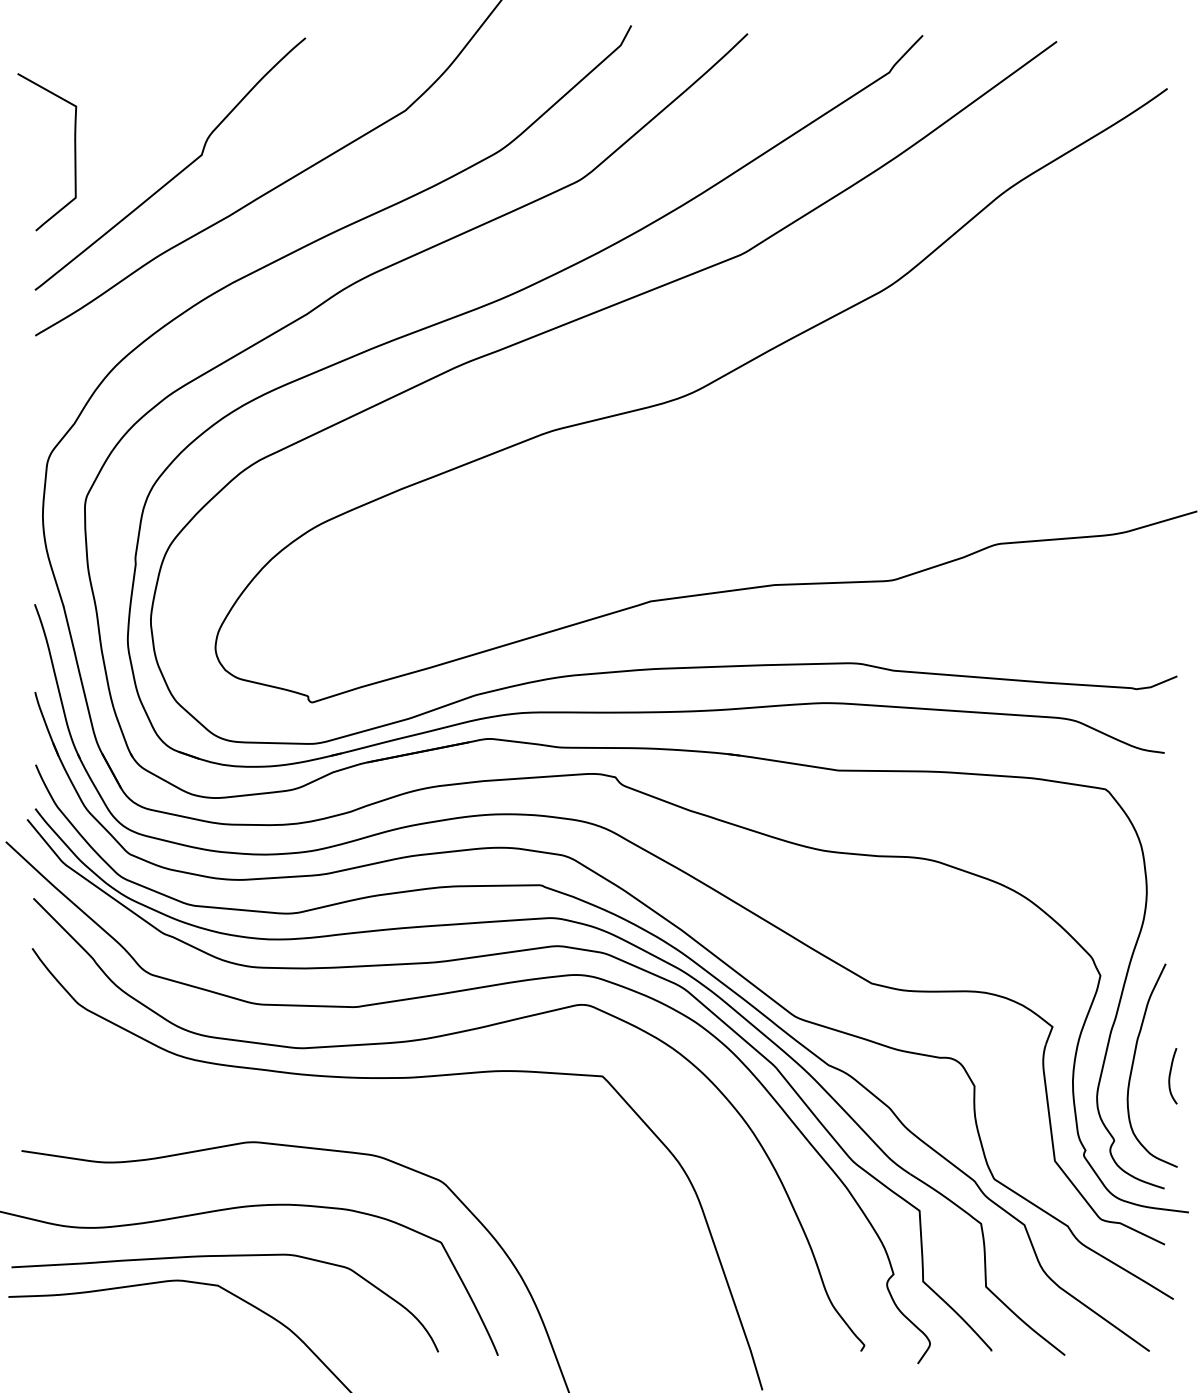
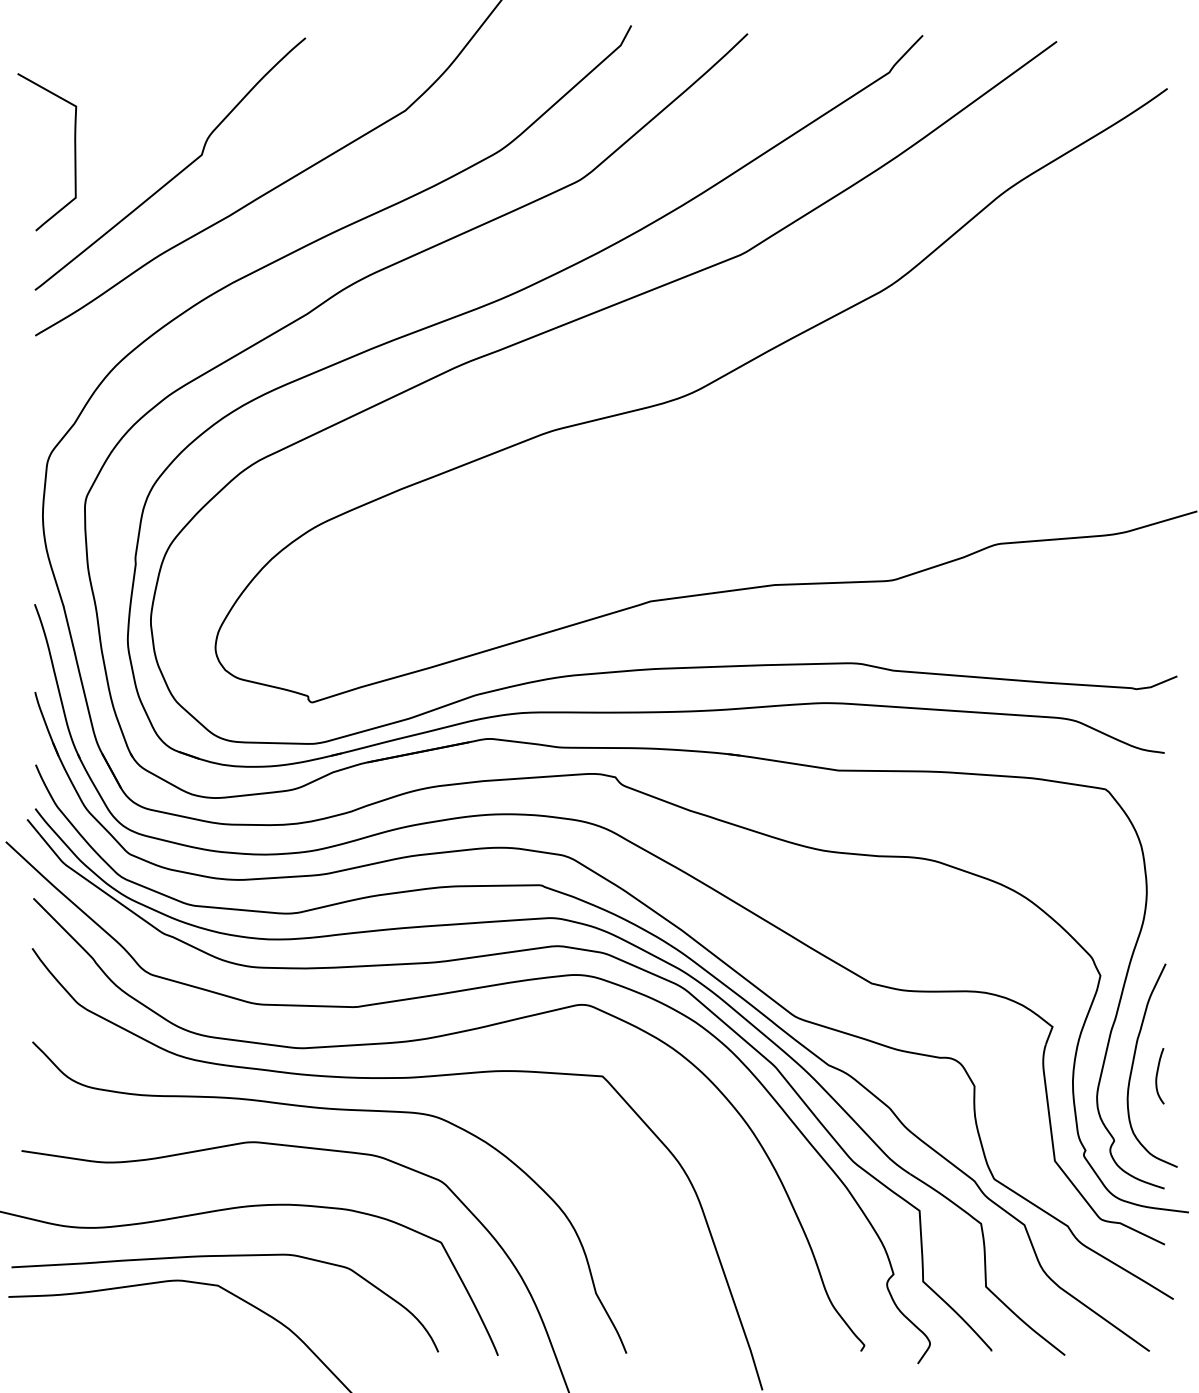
curve at (1170, 1076) position: (1170, 1076) -> (1157, 1076)
curve at (336, 1110): none -> present
